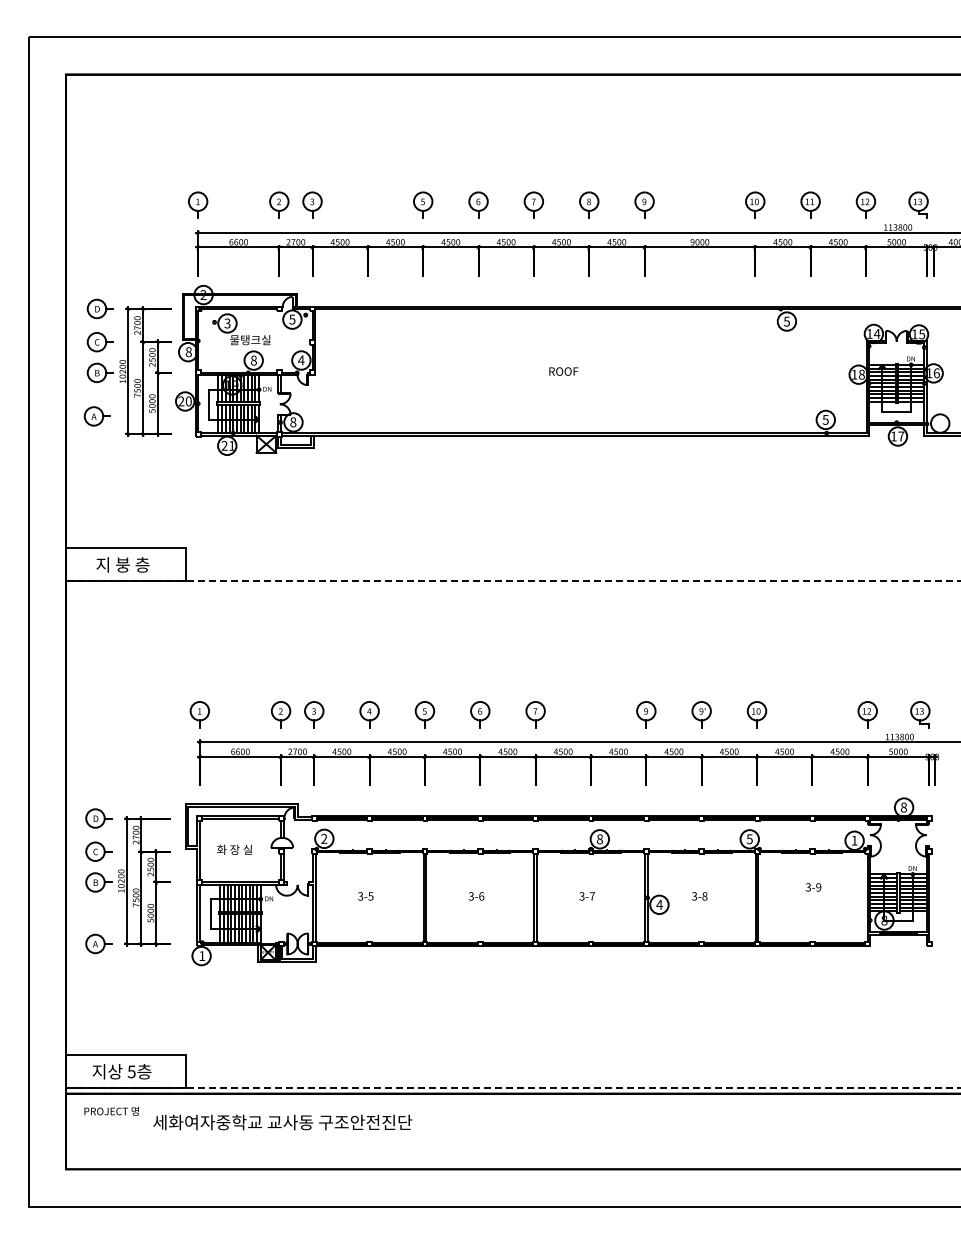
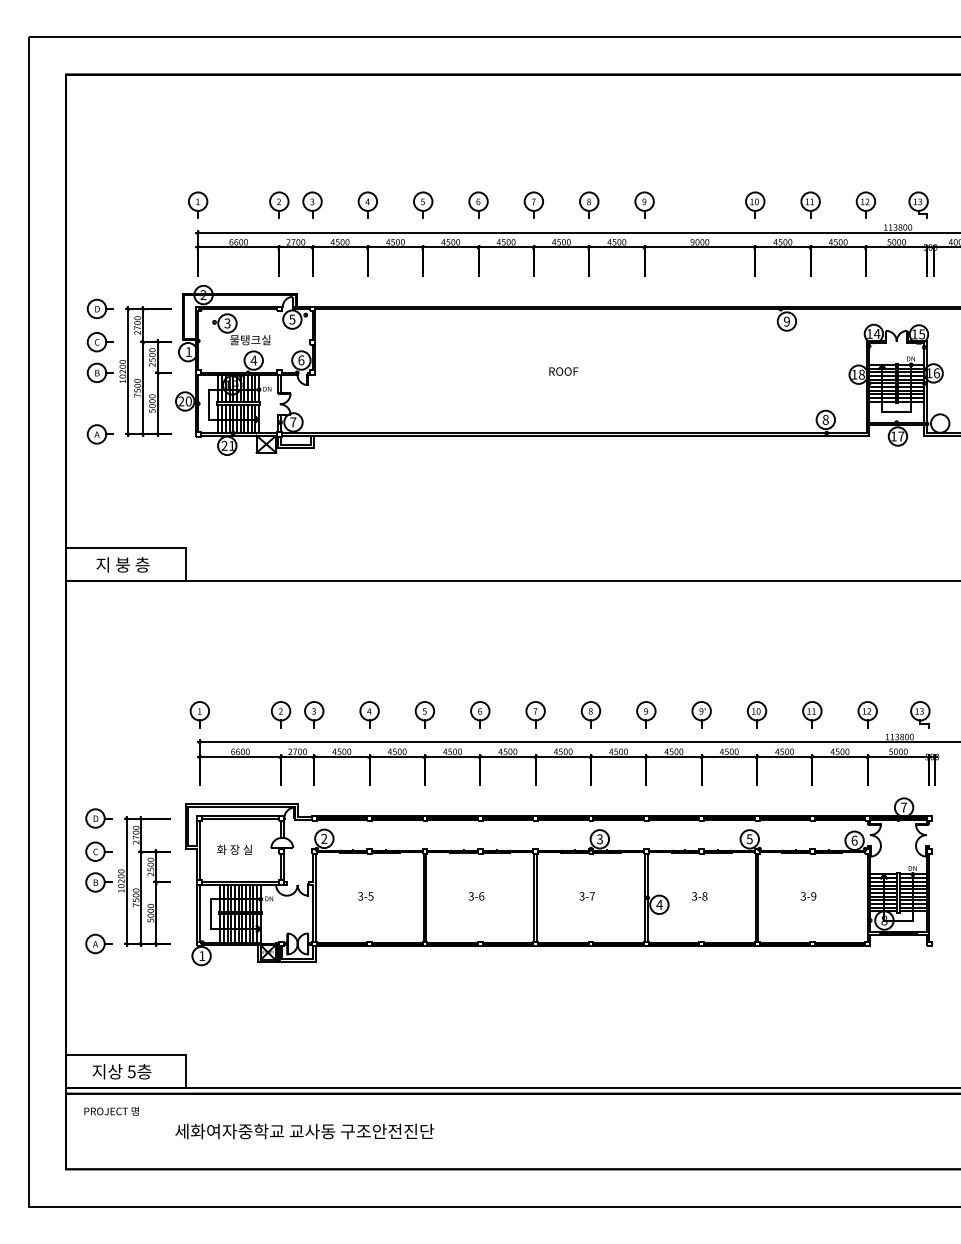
part at (367, 204): none -> present
text at (786, 321): 5 -> 9
text at (188, 352): 8 -> 1
text at (253, 360): 8 -> 4
text at (301, 360): 4 -> 6
part at (96, 416) position: (96, 416) -> (99, 434)
text at (825, 419): 5 -> 8
text at (293, 422): 8 -> 7
line at (513, 581): dashed -> solid
part at (590, 714): none -> present
part at (812, 714): none -> present
text at (903, 807): 8 -> 7
text at (599, 839): 8 -> 3
text at (854, 840): 1 -> 6
text at (813, 887) position: (813, 887) -> (808, 896)
line at (513, 1088): dashed -> solid
text at (282, 1122) position: (282, 1122) -> (304, 1131)
